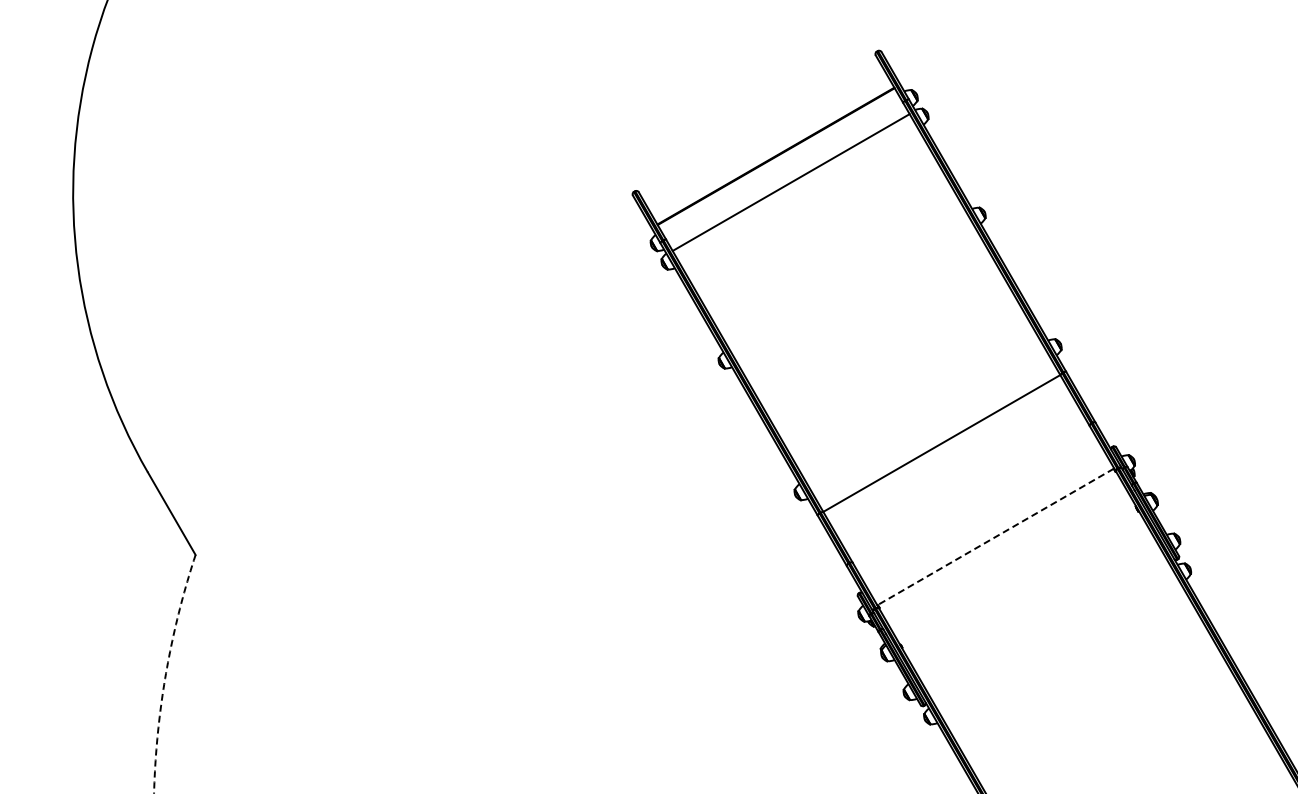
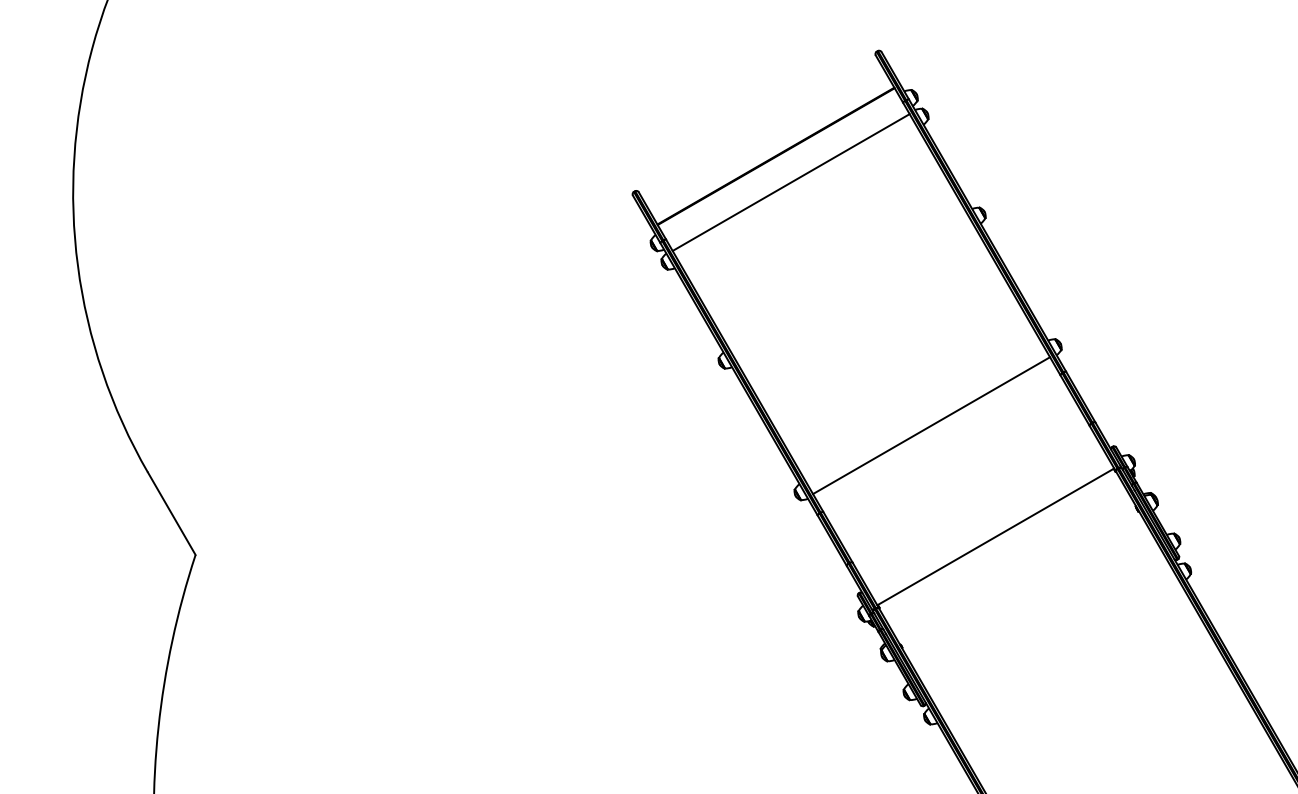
line at (941, 443) position: (941, 443) -> (931, 425)
line at (995, 537): dashed -> solid
arc at (166, 671): dashed -> solid
